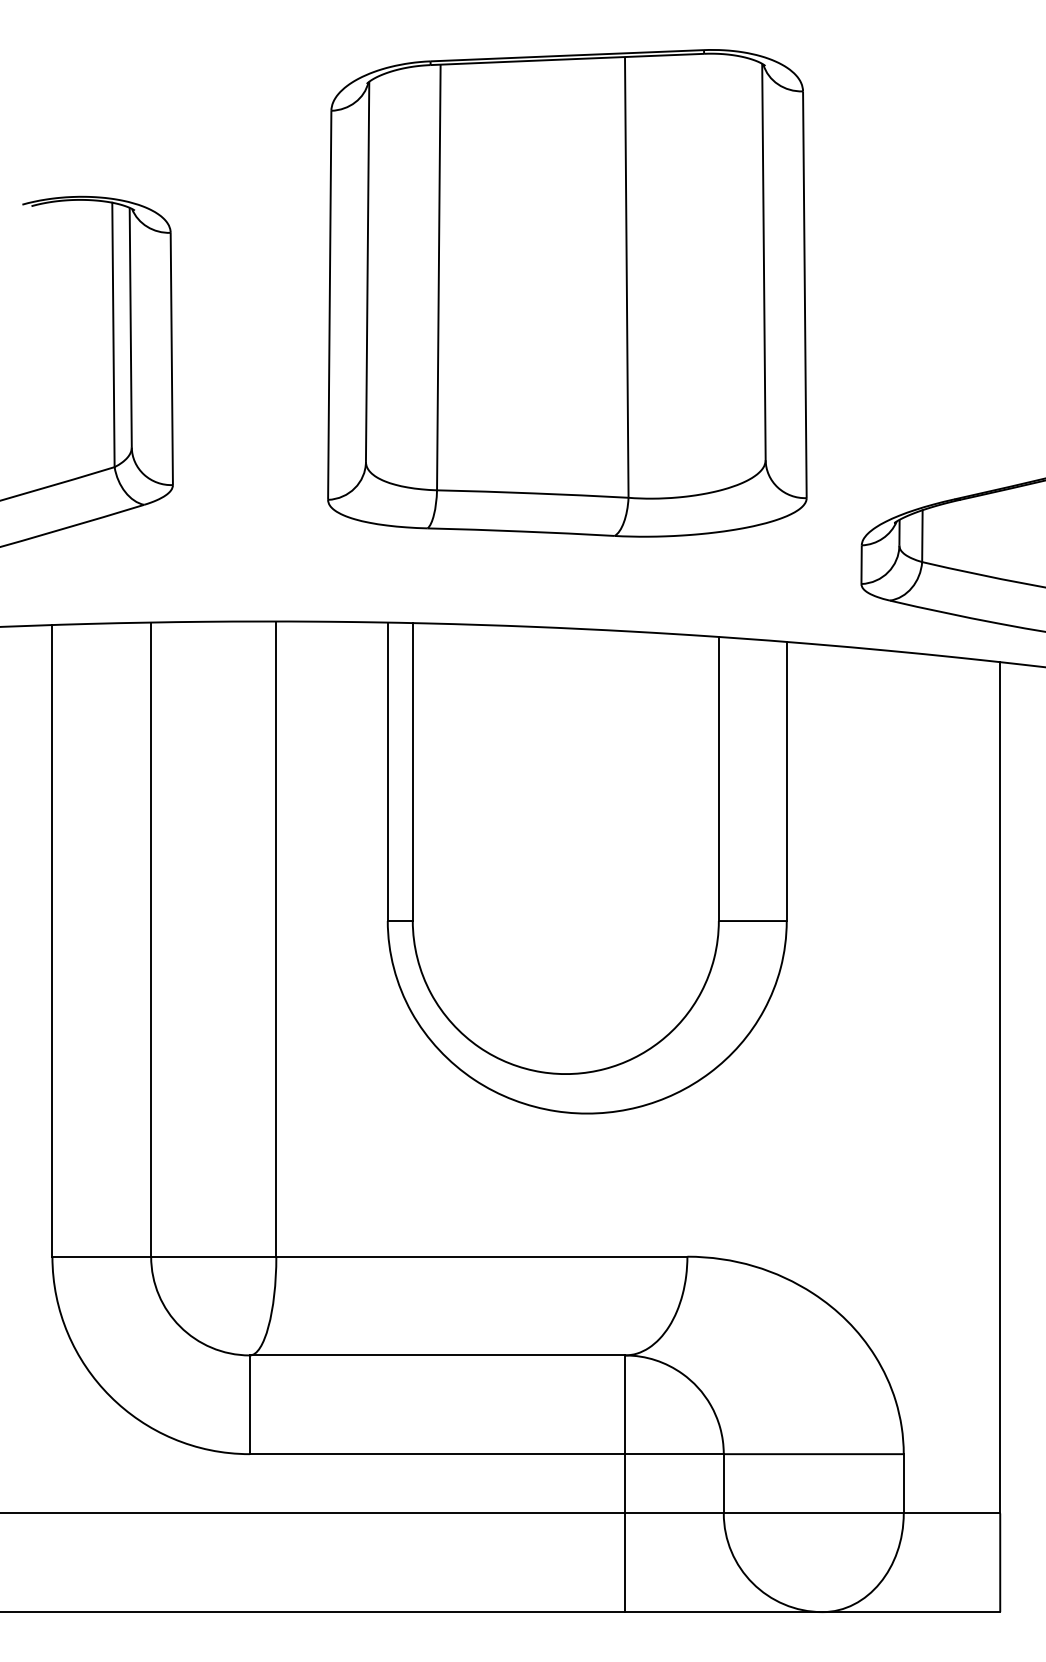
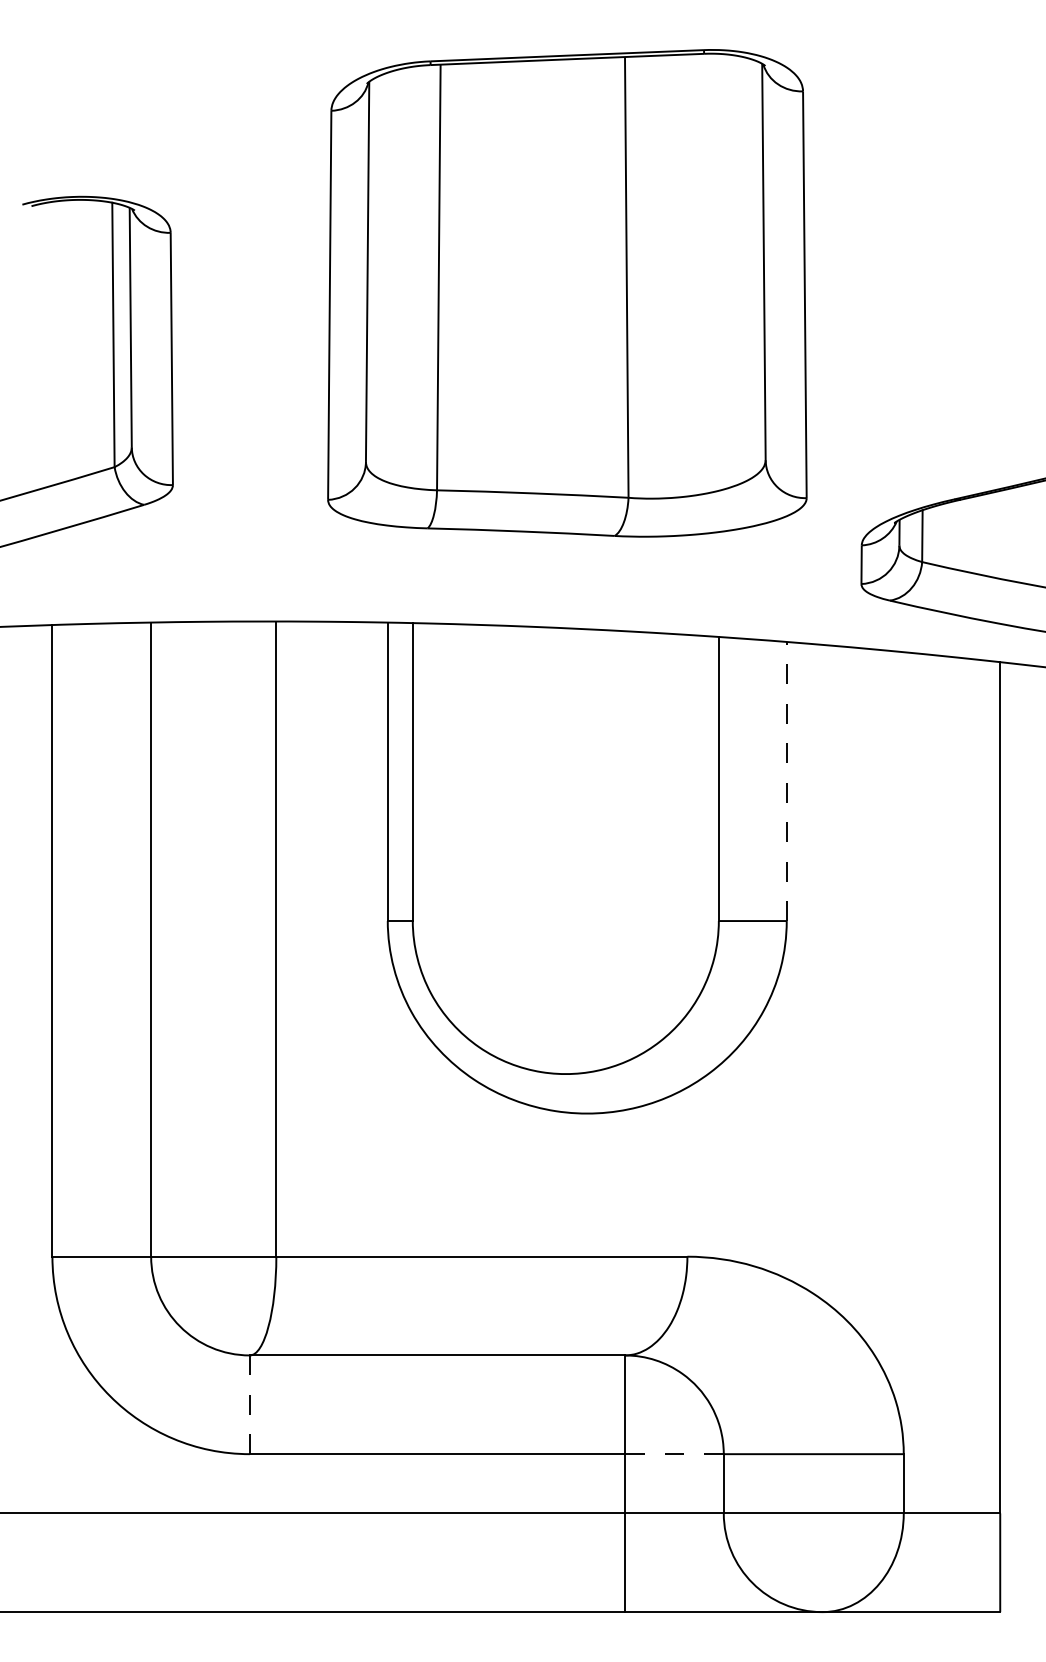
line at (786, 781): solid -> dashed
line at (249, 1405): solid -> dashed
line at (673, 1454): solid -> dashed
